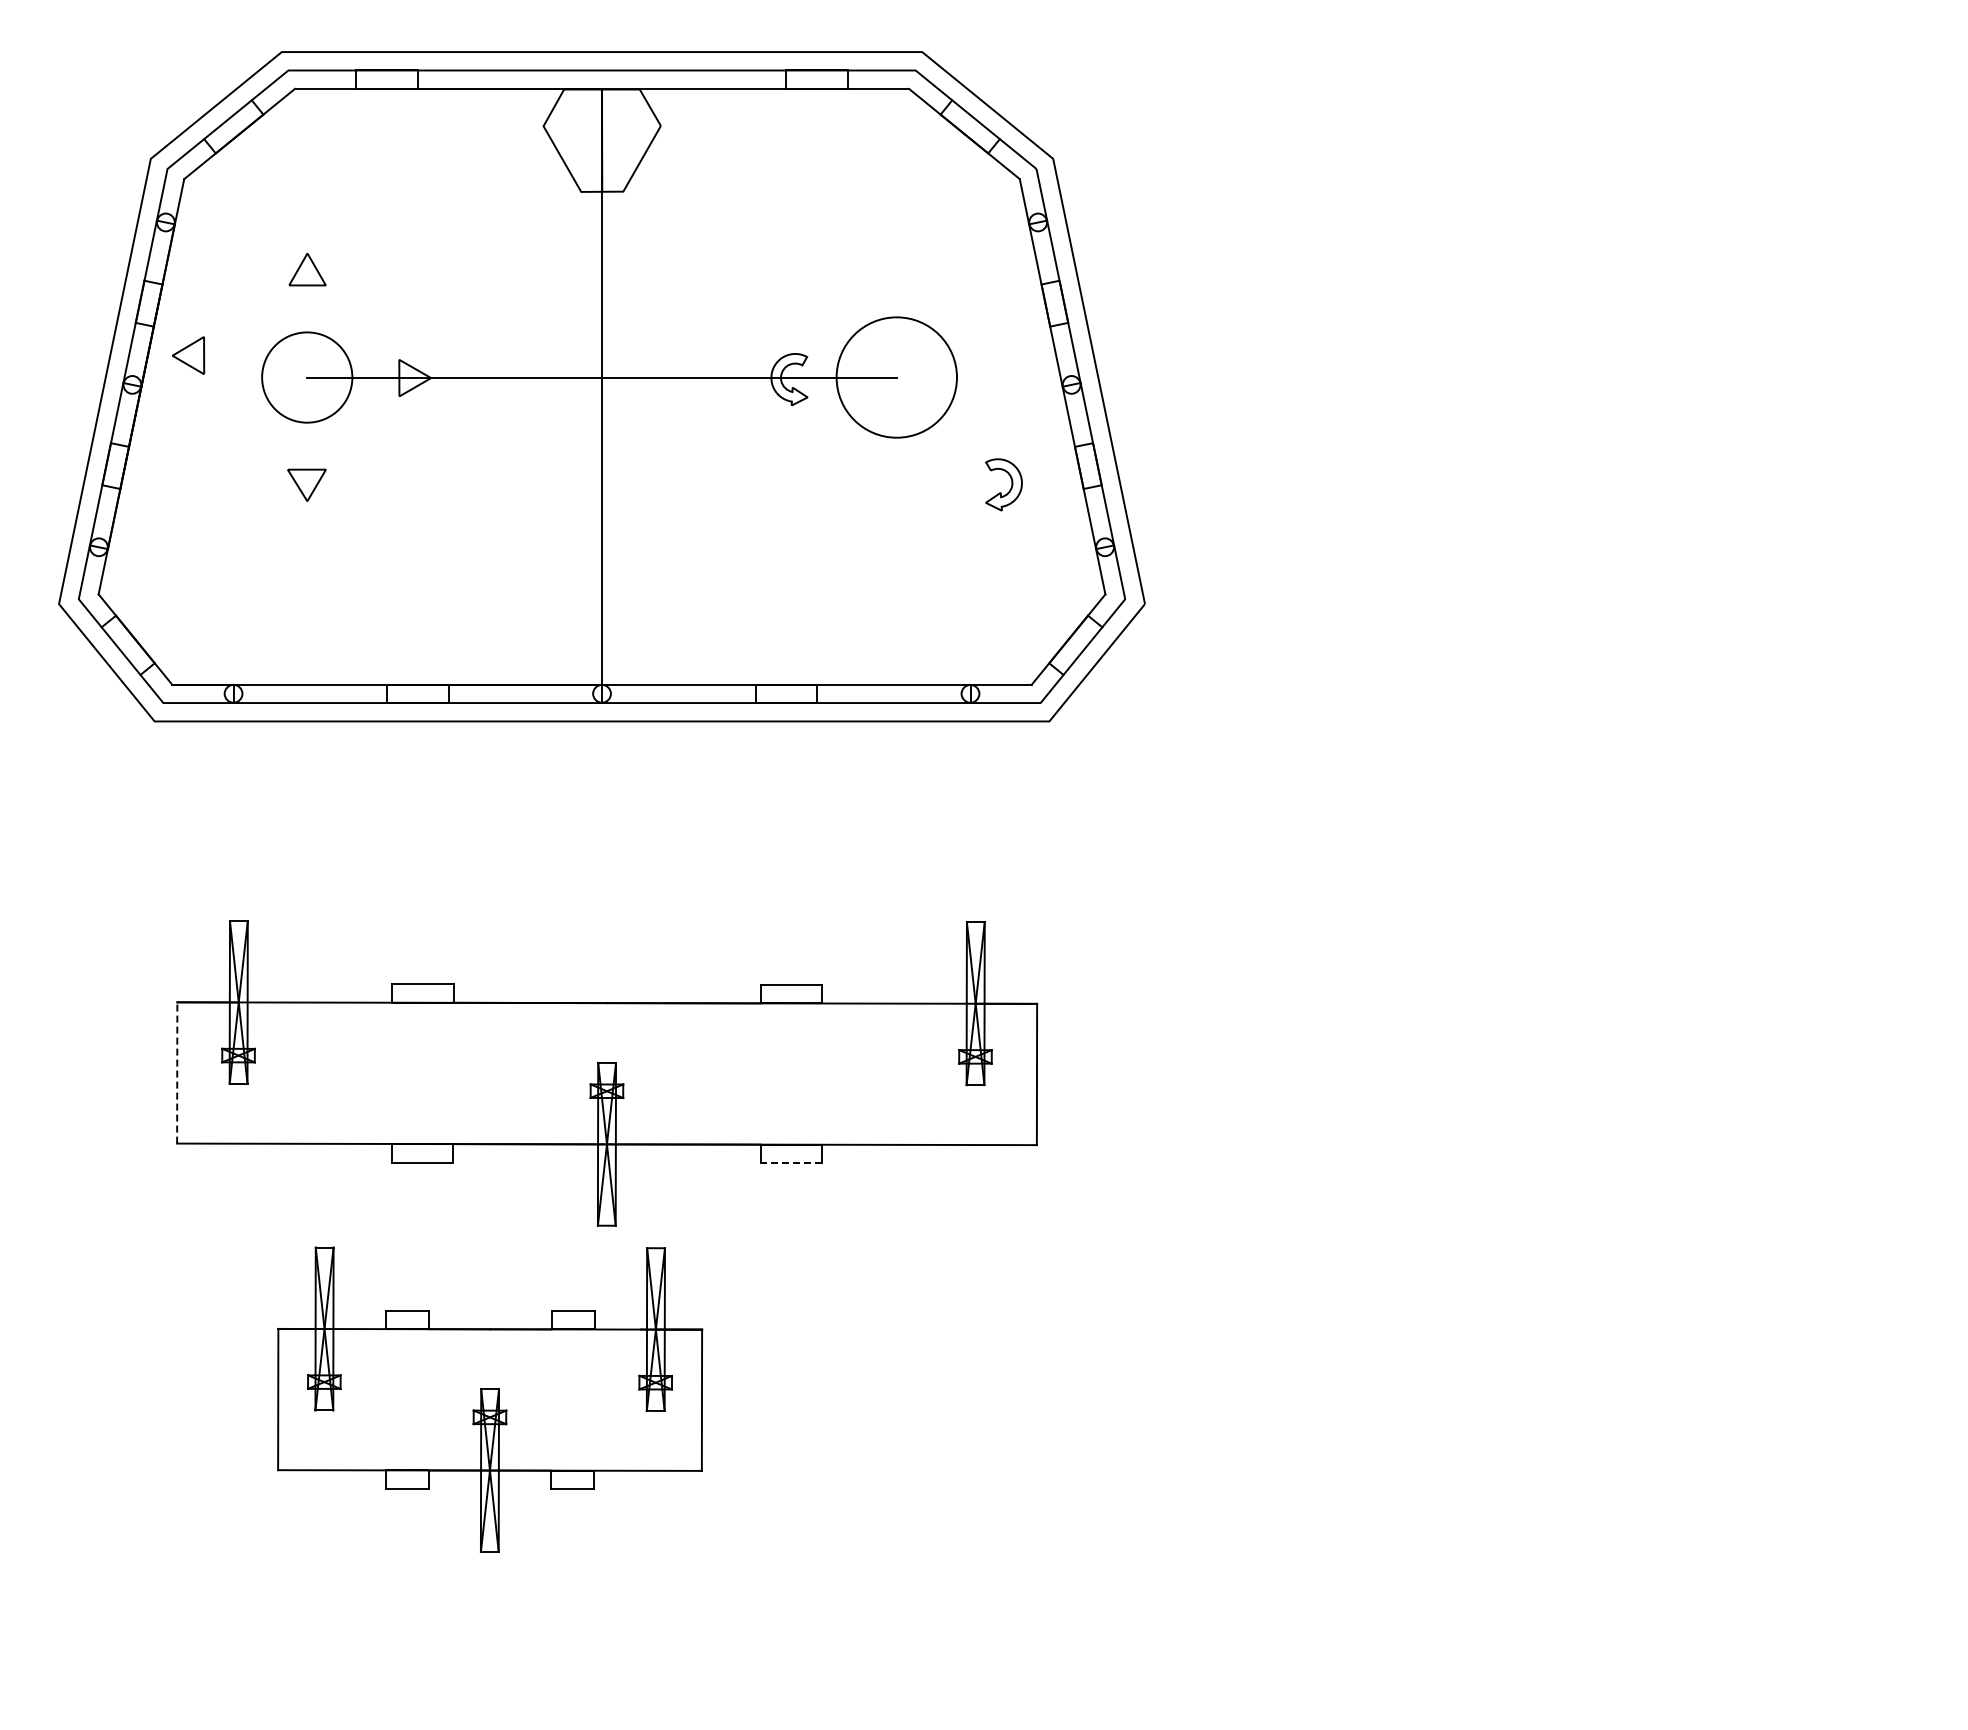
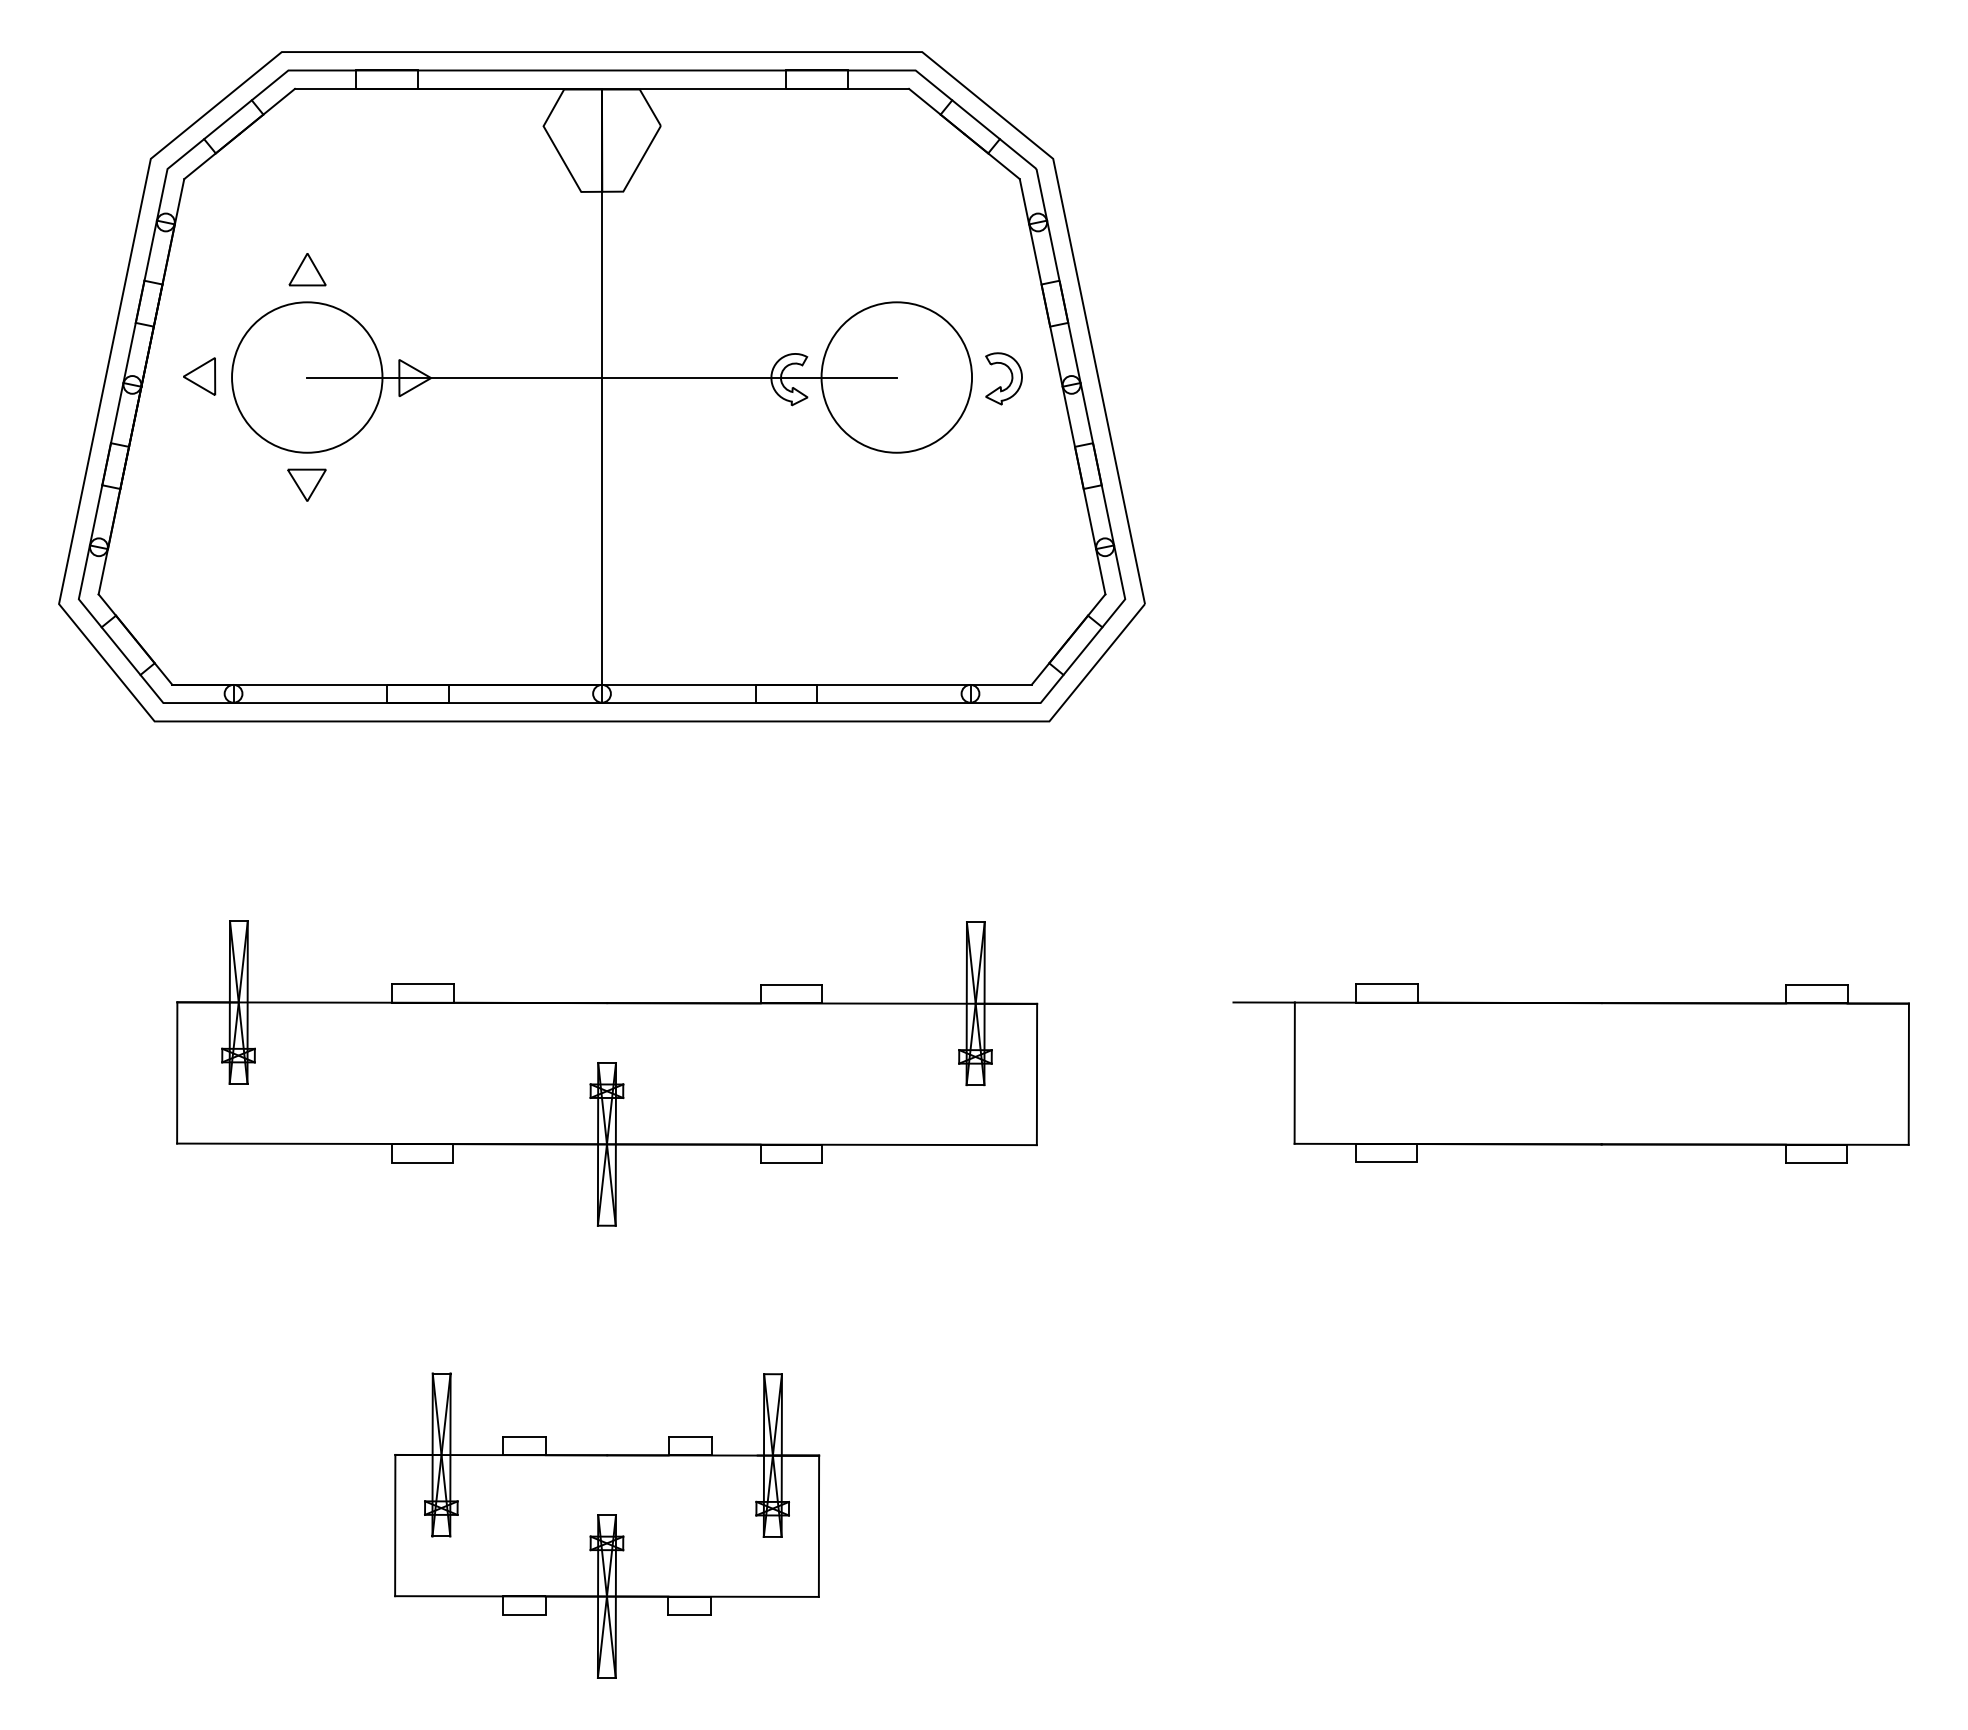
part at (188, 355) position: (188, 355) -> (199, 376)
circle at (307, 377) diameter: 90 px -> 150 px
circle at (896, 377) diameter: 120 px -> 150 px
part at (1010, 487) position: (1010, 487) -> (1010, 381)
line at (177, 1072): dashed -> solid
part at (1570, 1073): none -> present
line at (791, 1163): dashed -> solid
part at (490, 1399) position: (490, 1399) -> (607, 1525)
